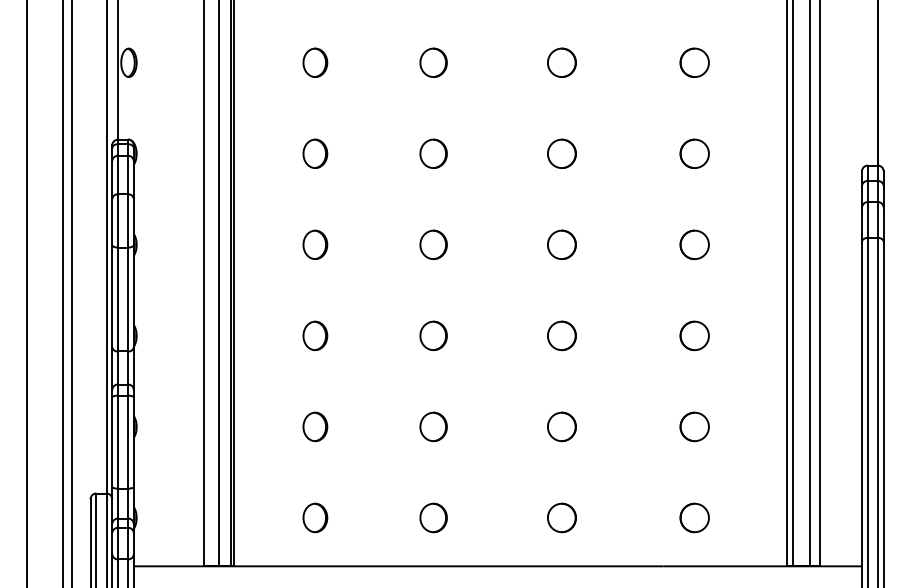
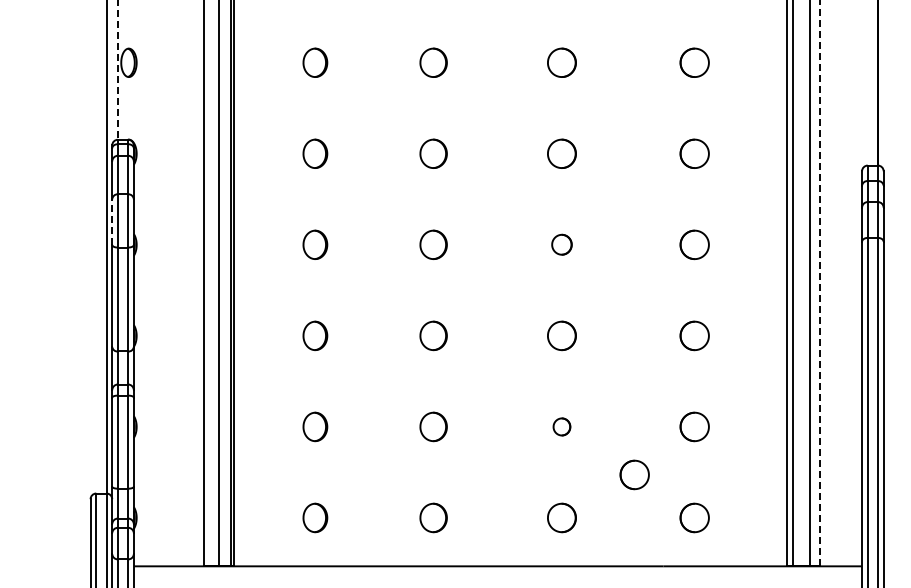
line at (118, 70): solid -> dashed
line at (112, 222): solid -> dashed
part at (561, 244) size: 30x31 px -> 22x23 px
line at (820, 283): solid -> dashed
line at (27, 293): present -> none
line at (62, 293): present -> none
line at (71, 293): present -> none
part at (561, 426) size: 30x32 px -> 20x20 px
part at (634, 474): none -> present
